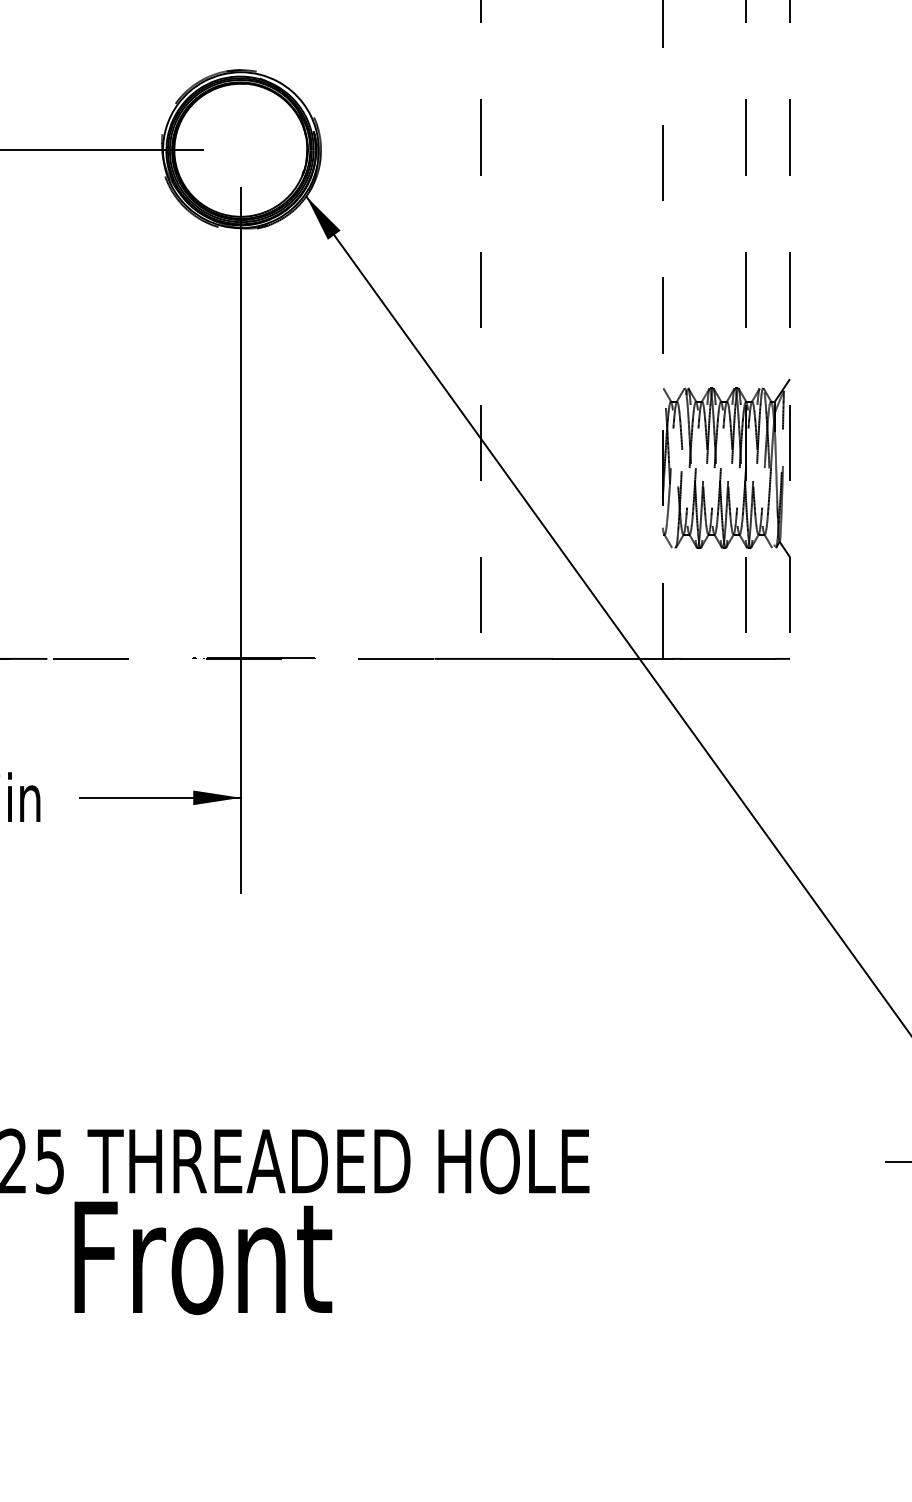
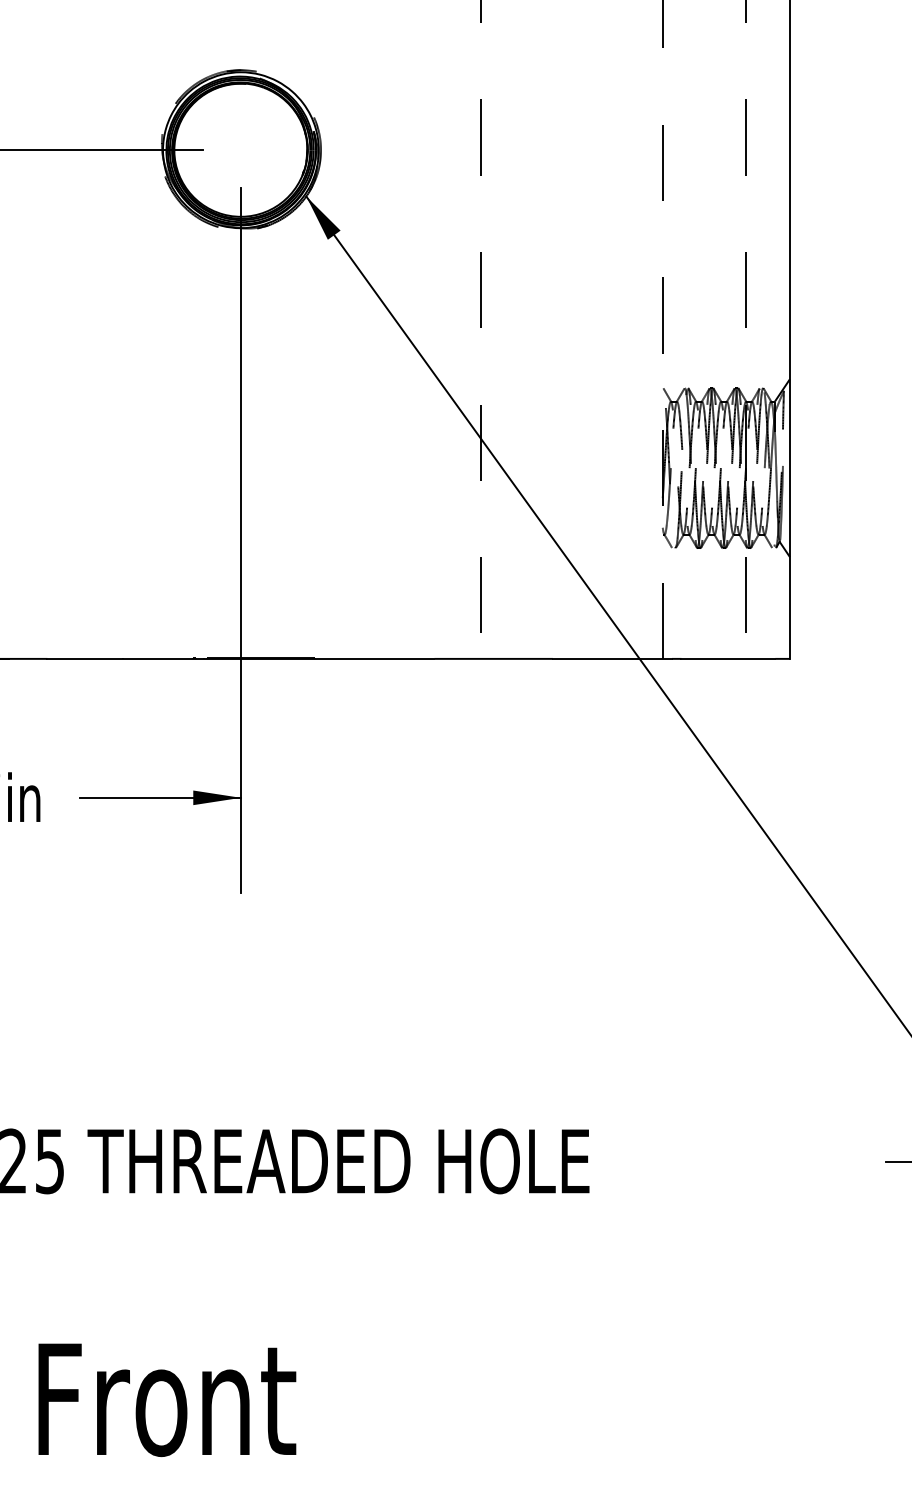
line at (789, 330): dashed -> solid
line at (240, 658): dashed -> solid
text at (203, 1257) position: (203, 1257) -> (167, 1399)
